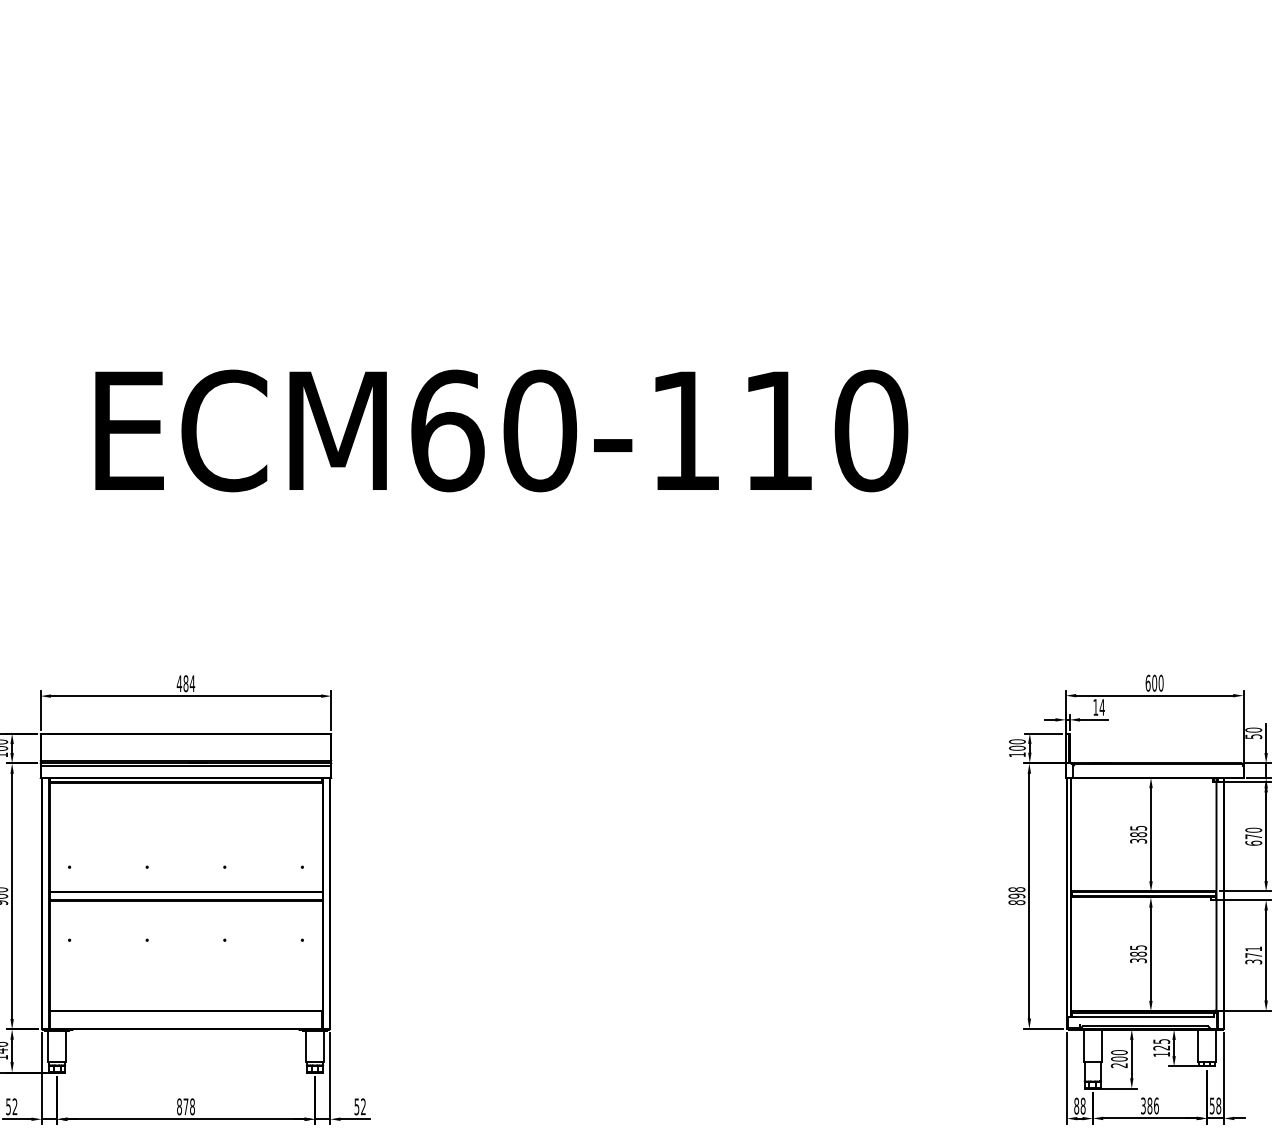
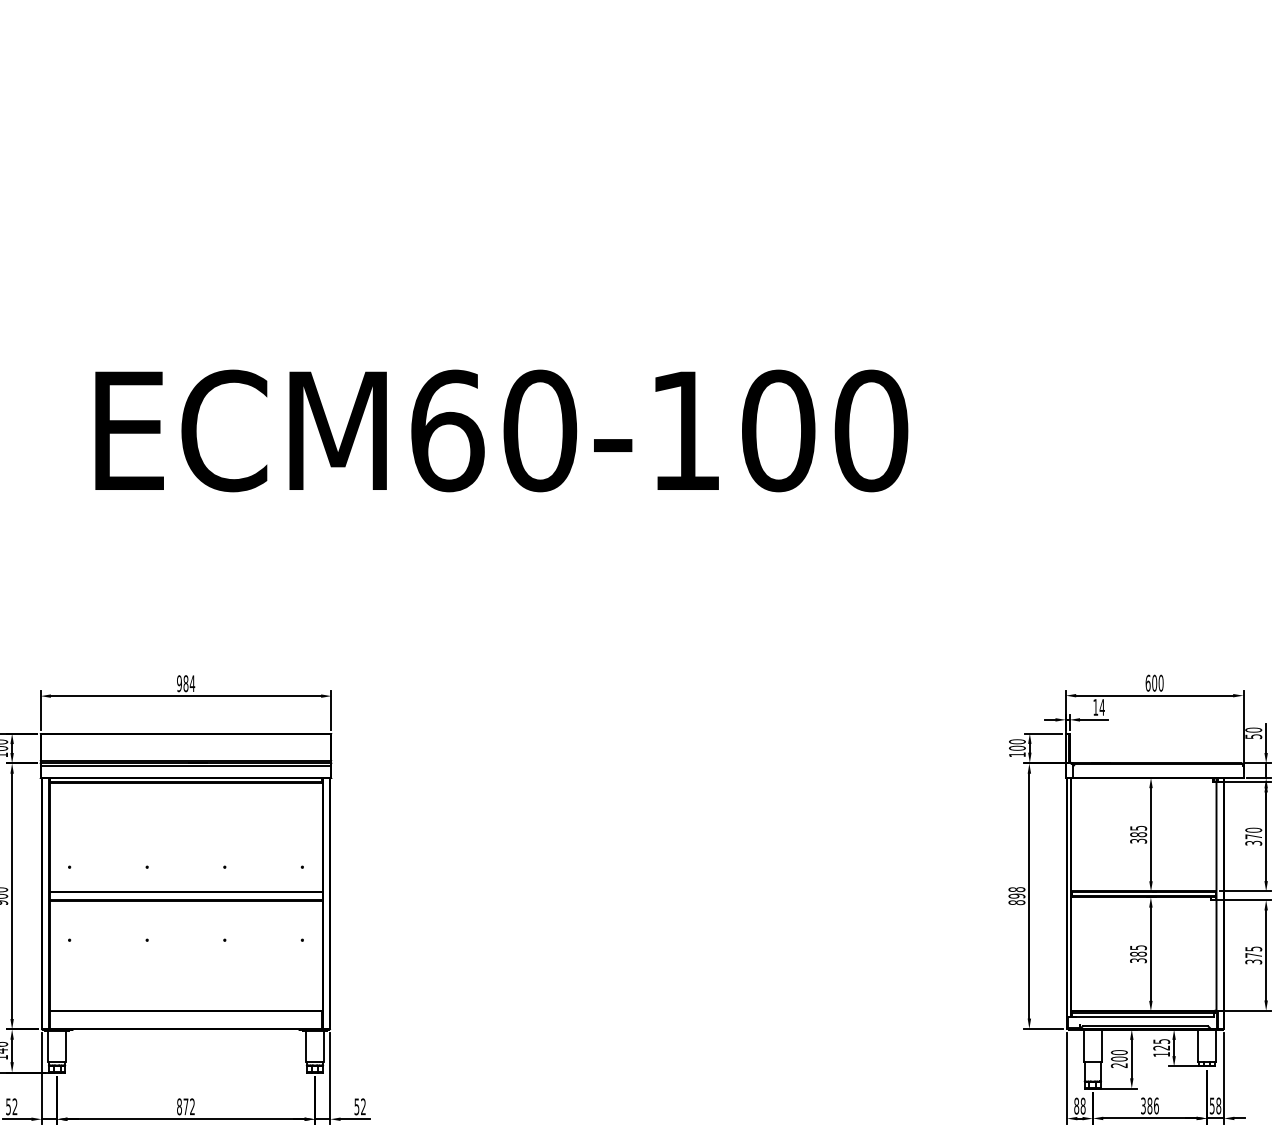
text at (778, 430): ECM60-110 -> ECM60-100
text at (179, 683): 484 -> 984
text at (1253, 842): 670 -> 370
text at (1253, 948): 371 -> 375
text at (192, 1106): 878 -> 872
